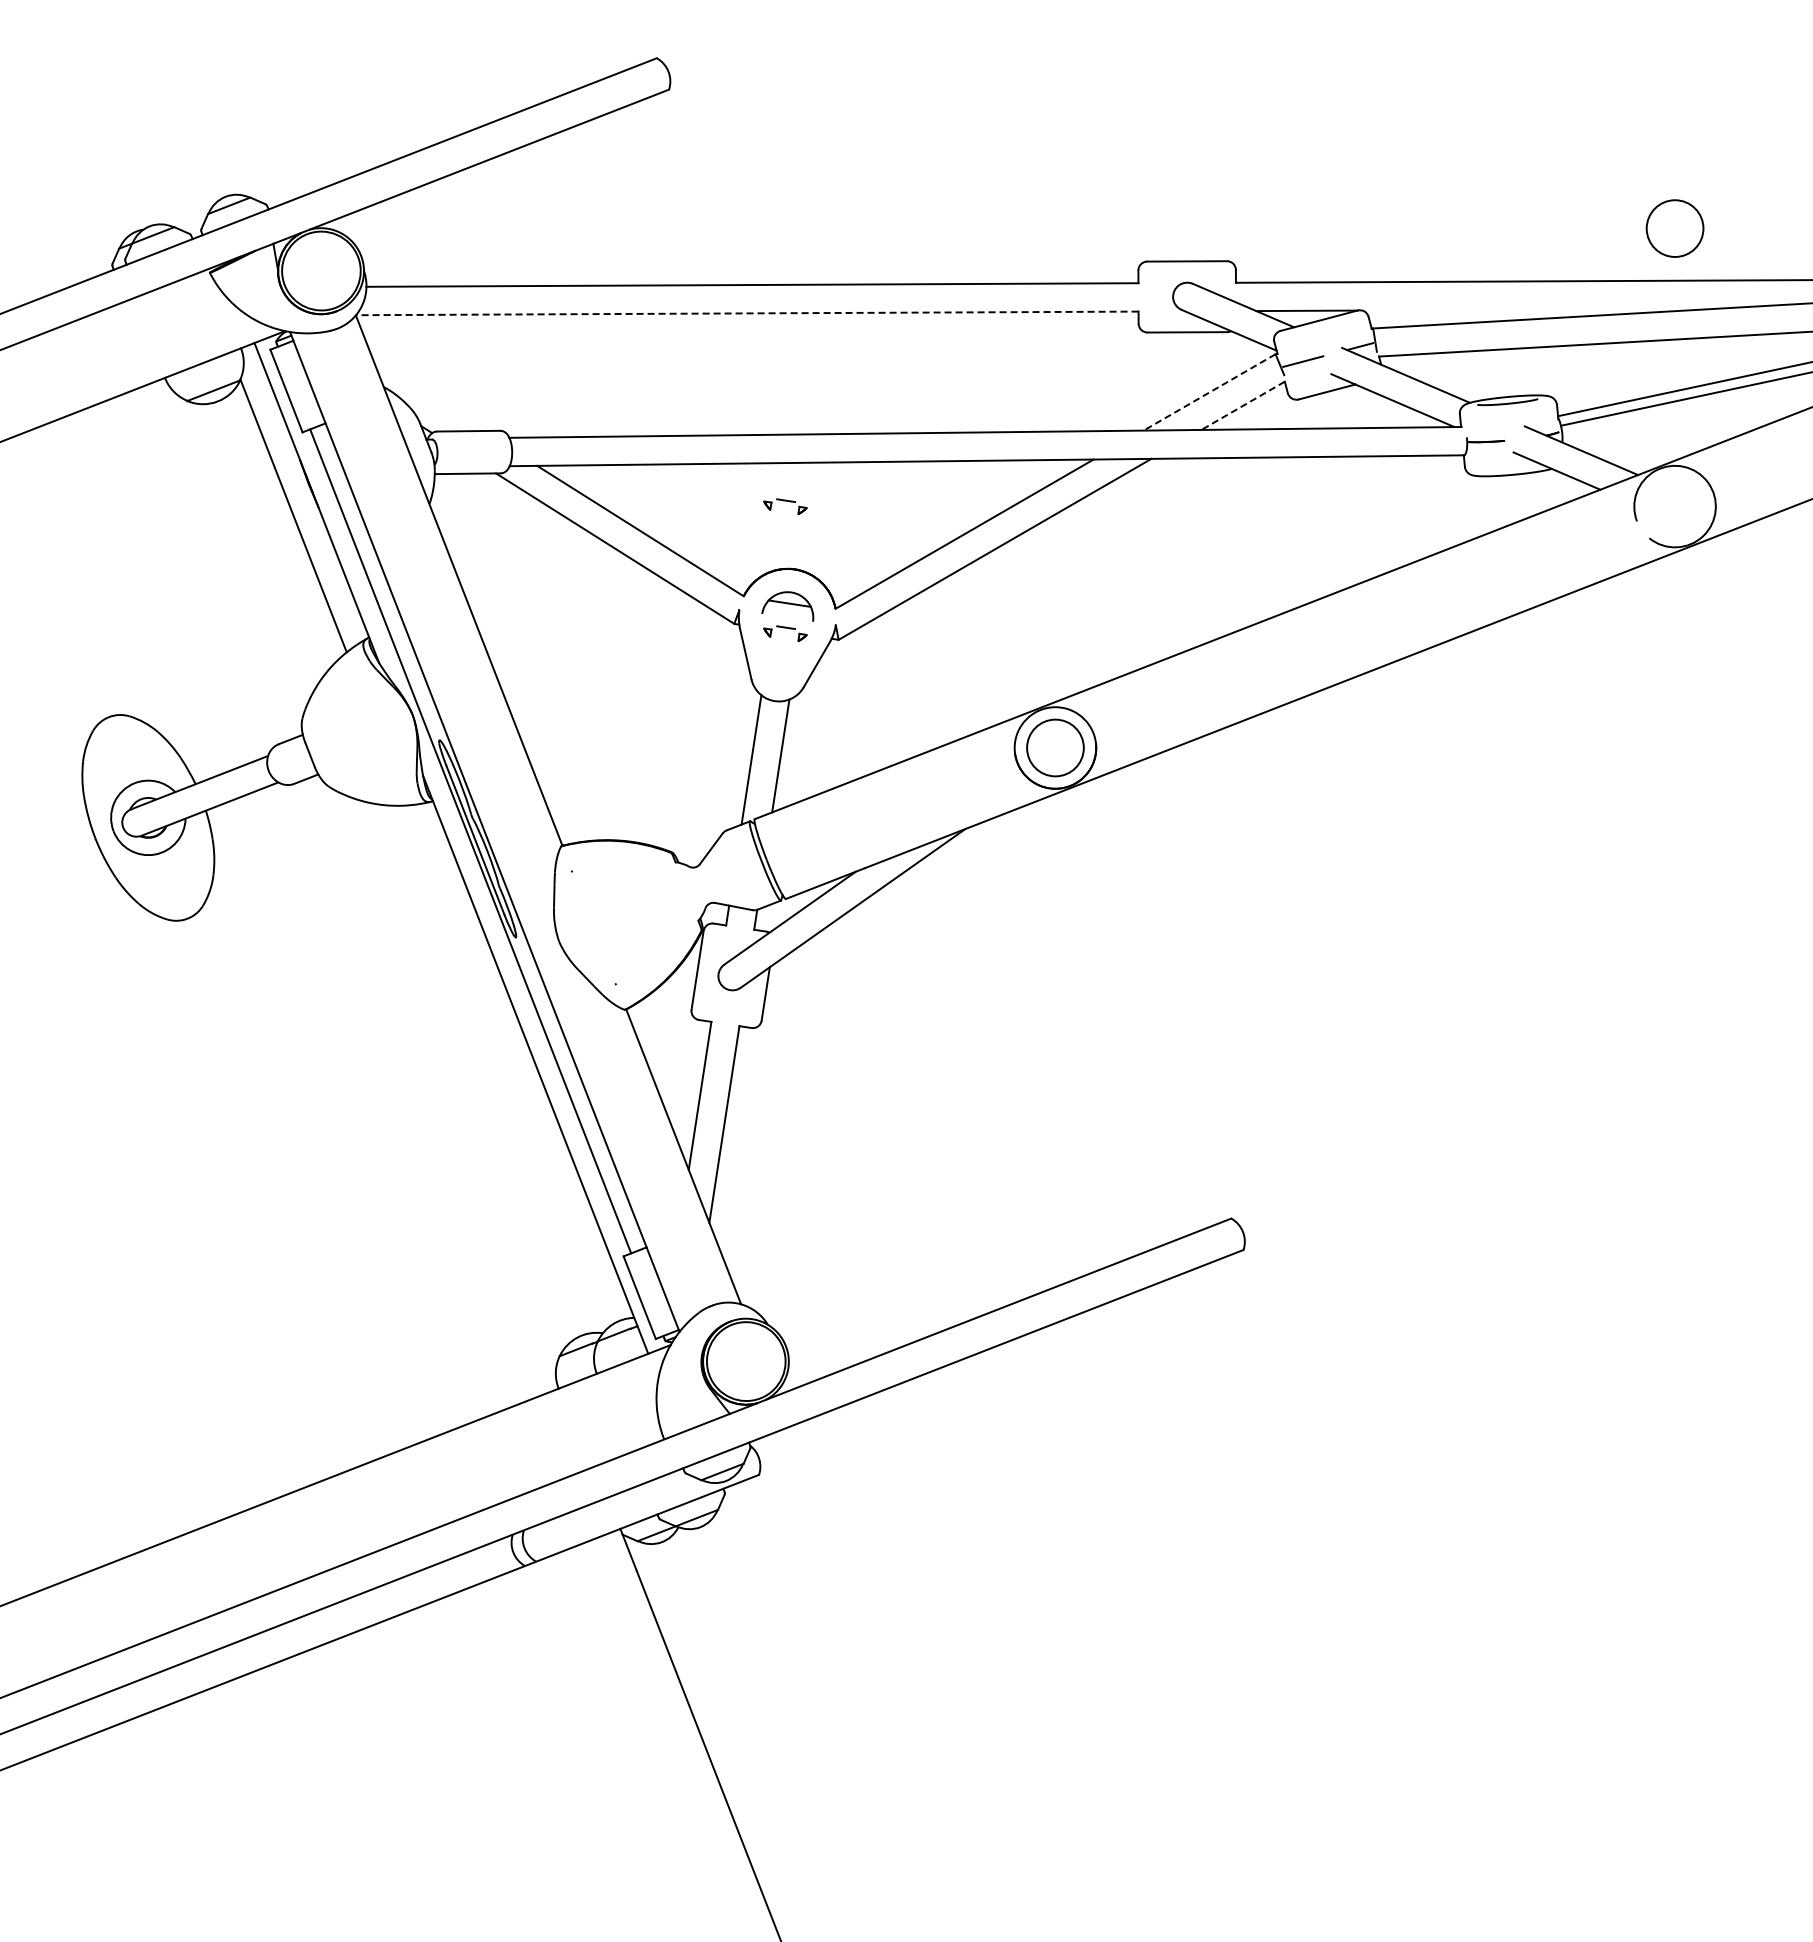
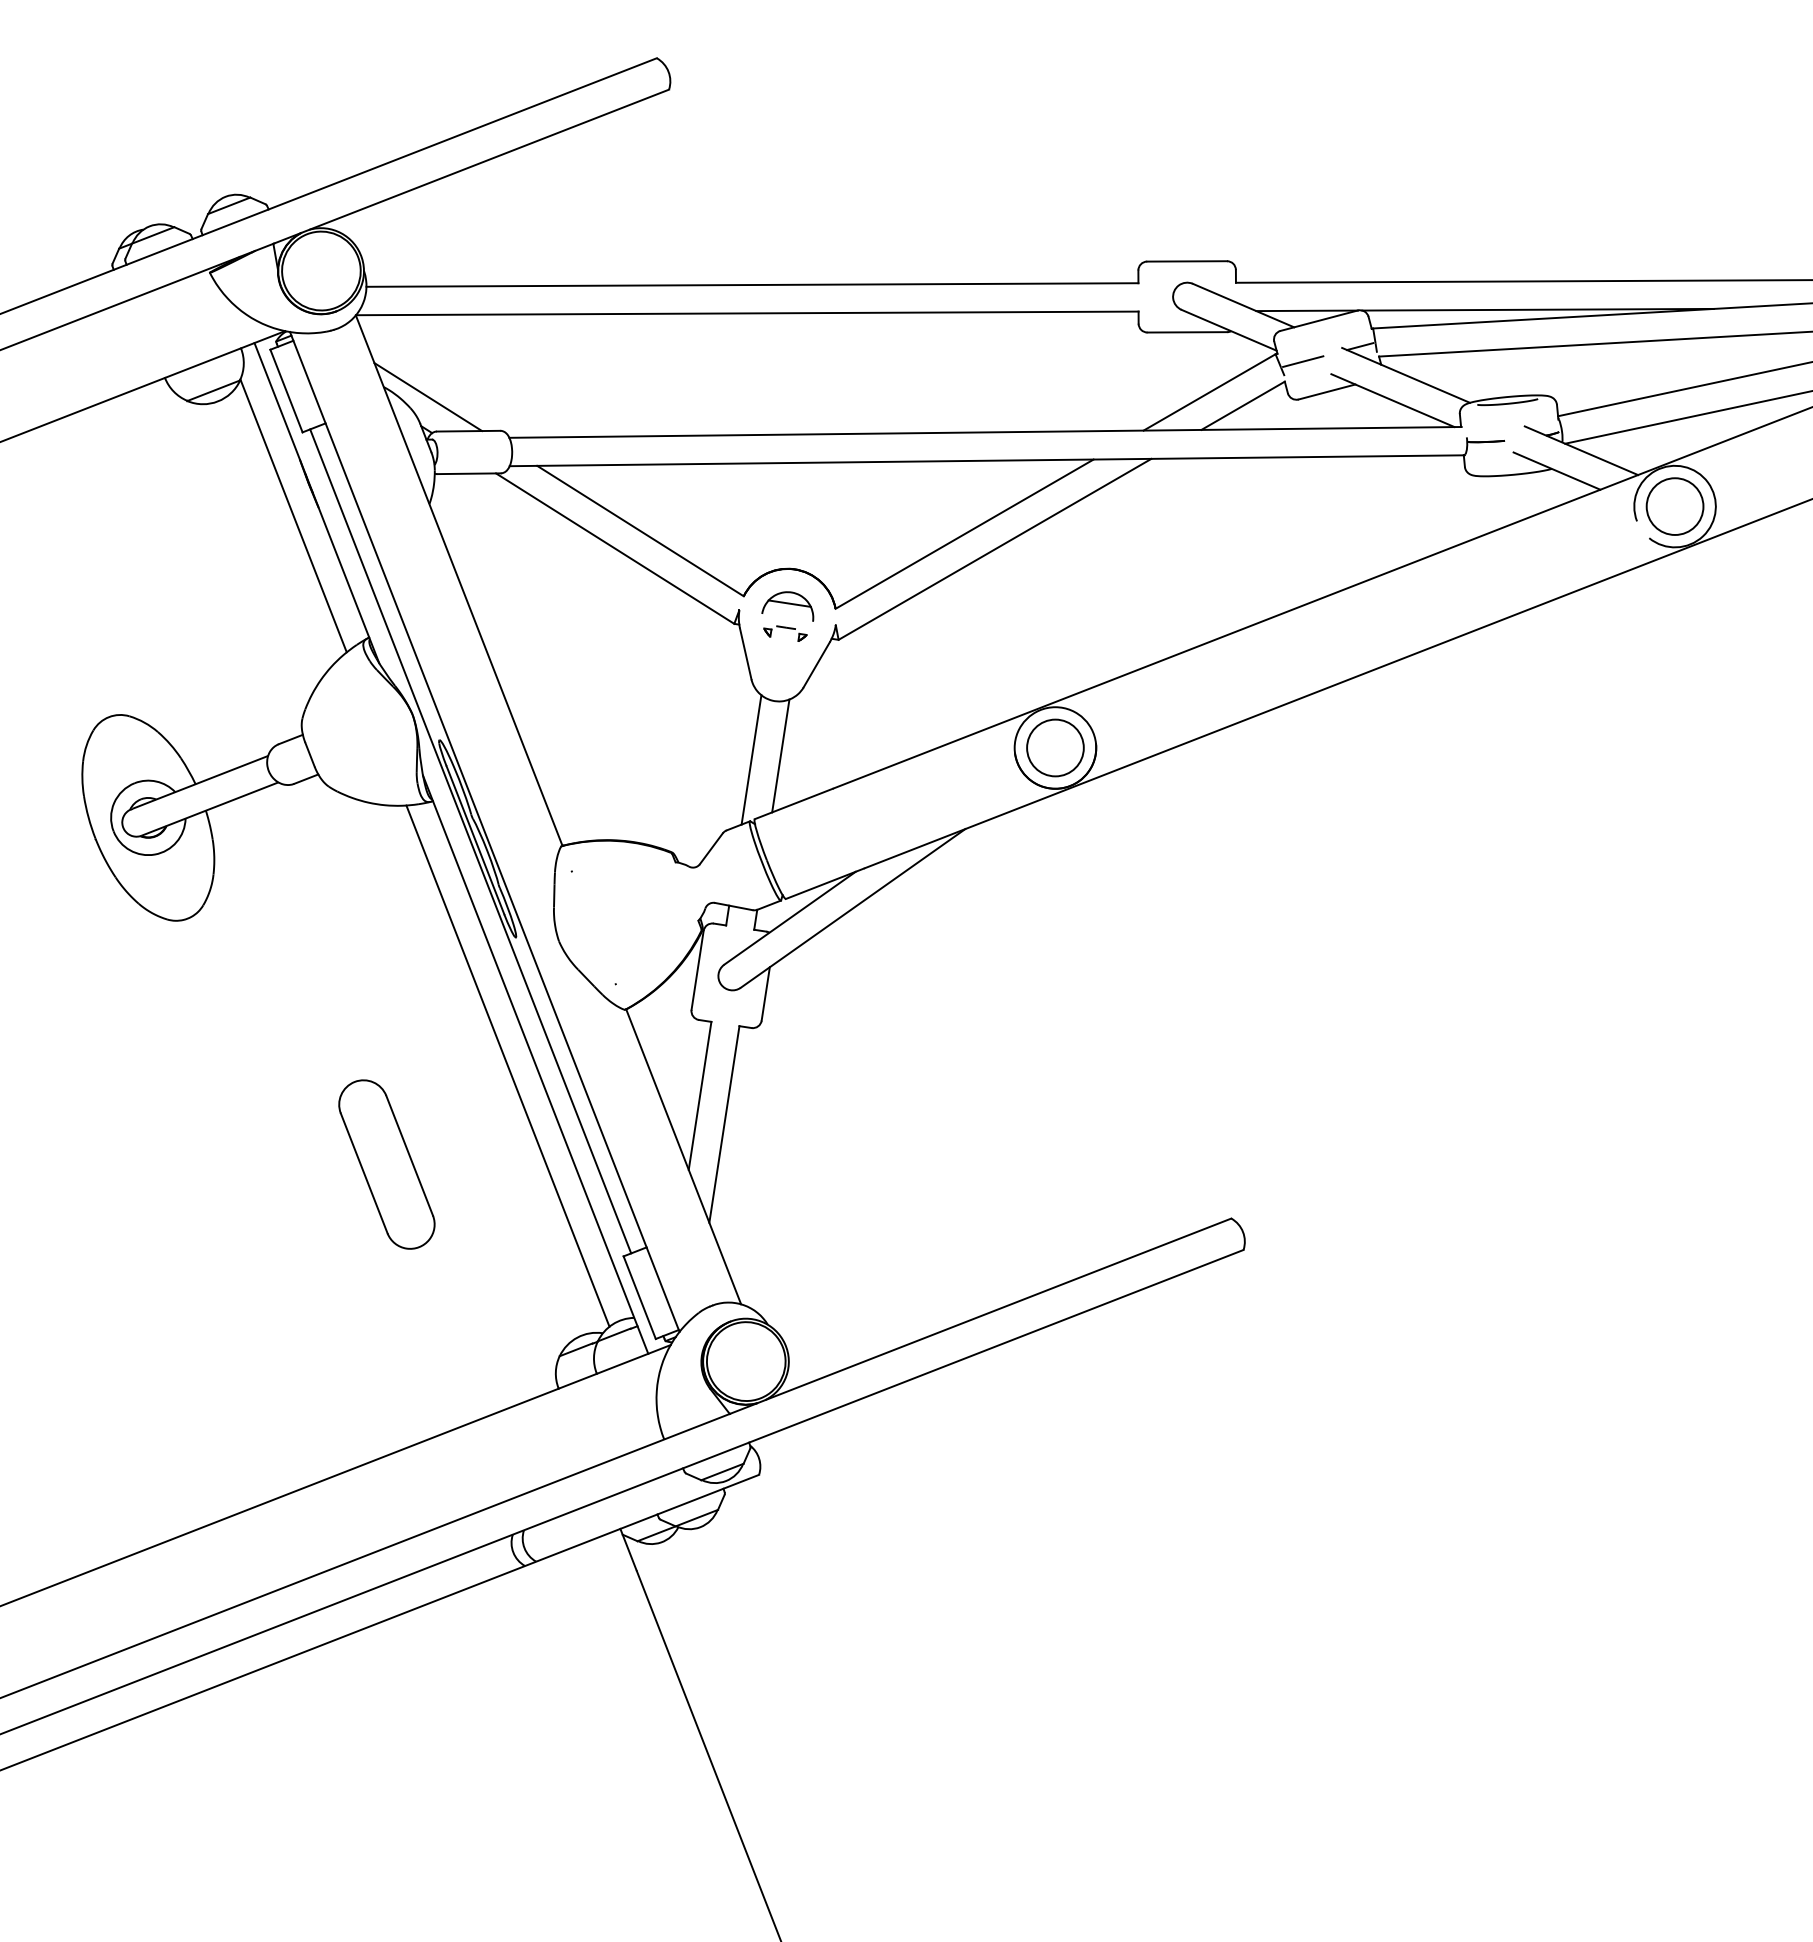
circle at (1674, 228) position: (1674, 228) -> (1674, 506)
line at (1537, 309): none -> present
line at (746, 313): dashed -> solid
line at (1209, 392): dashed -> solid
line at (428, 397): none -> present
line at (1685, 398) position: (1685, 398) -> (1687, 417)
line at (1242, 406): dashed -> solid
part at (785, 506): present -> none
line at (507, 1065): none -> present
part at (386, 1164): none -> present
